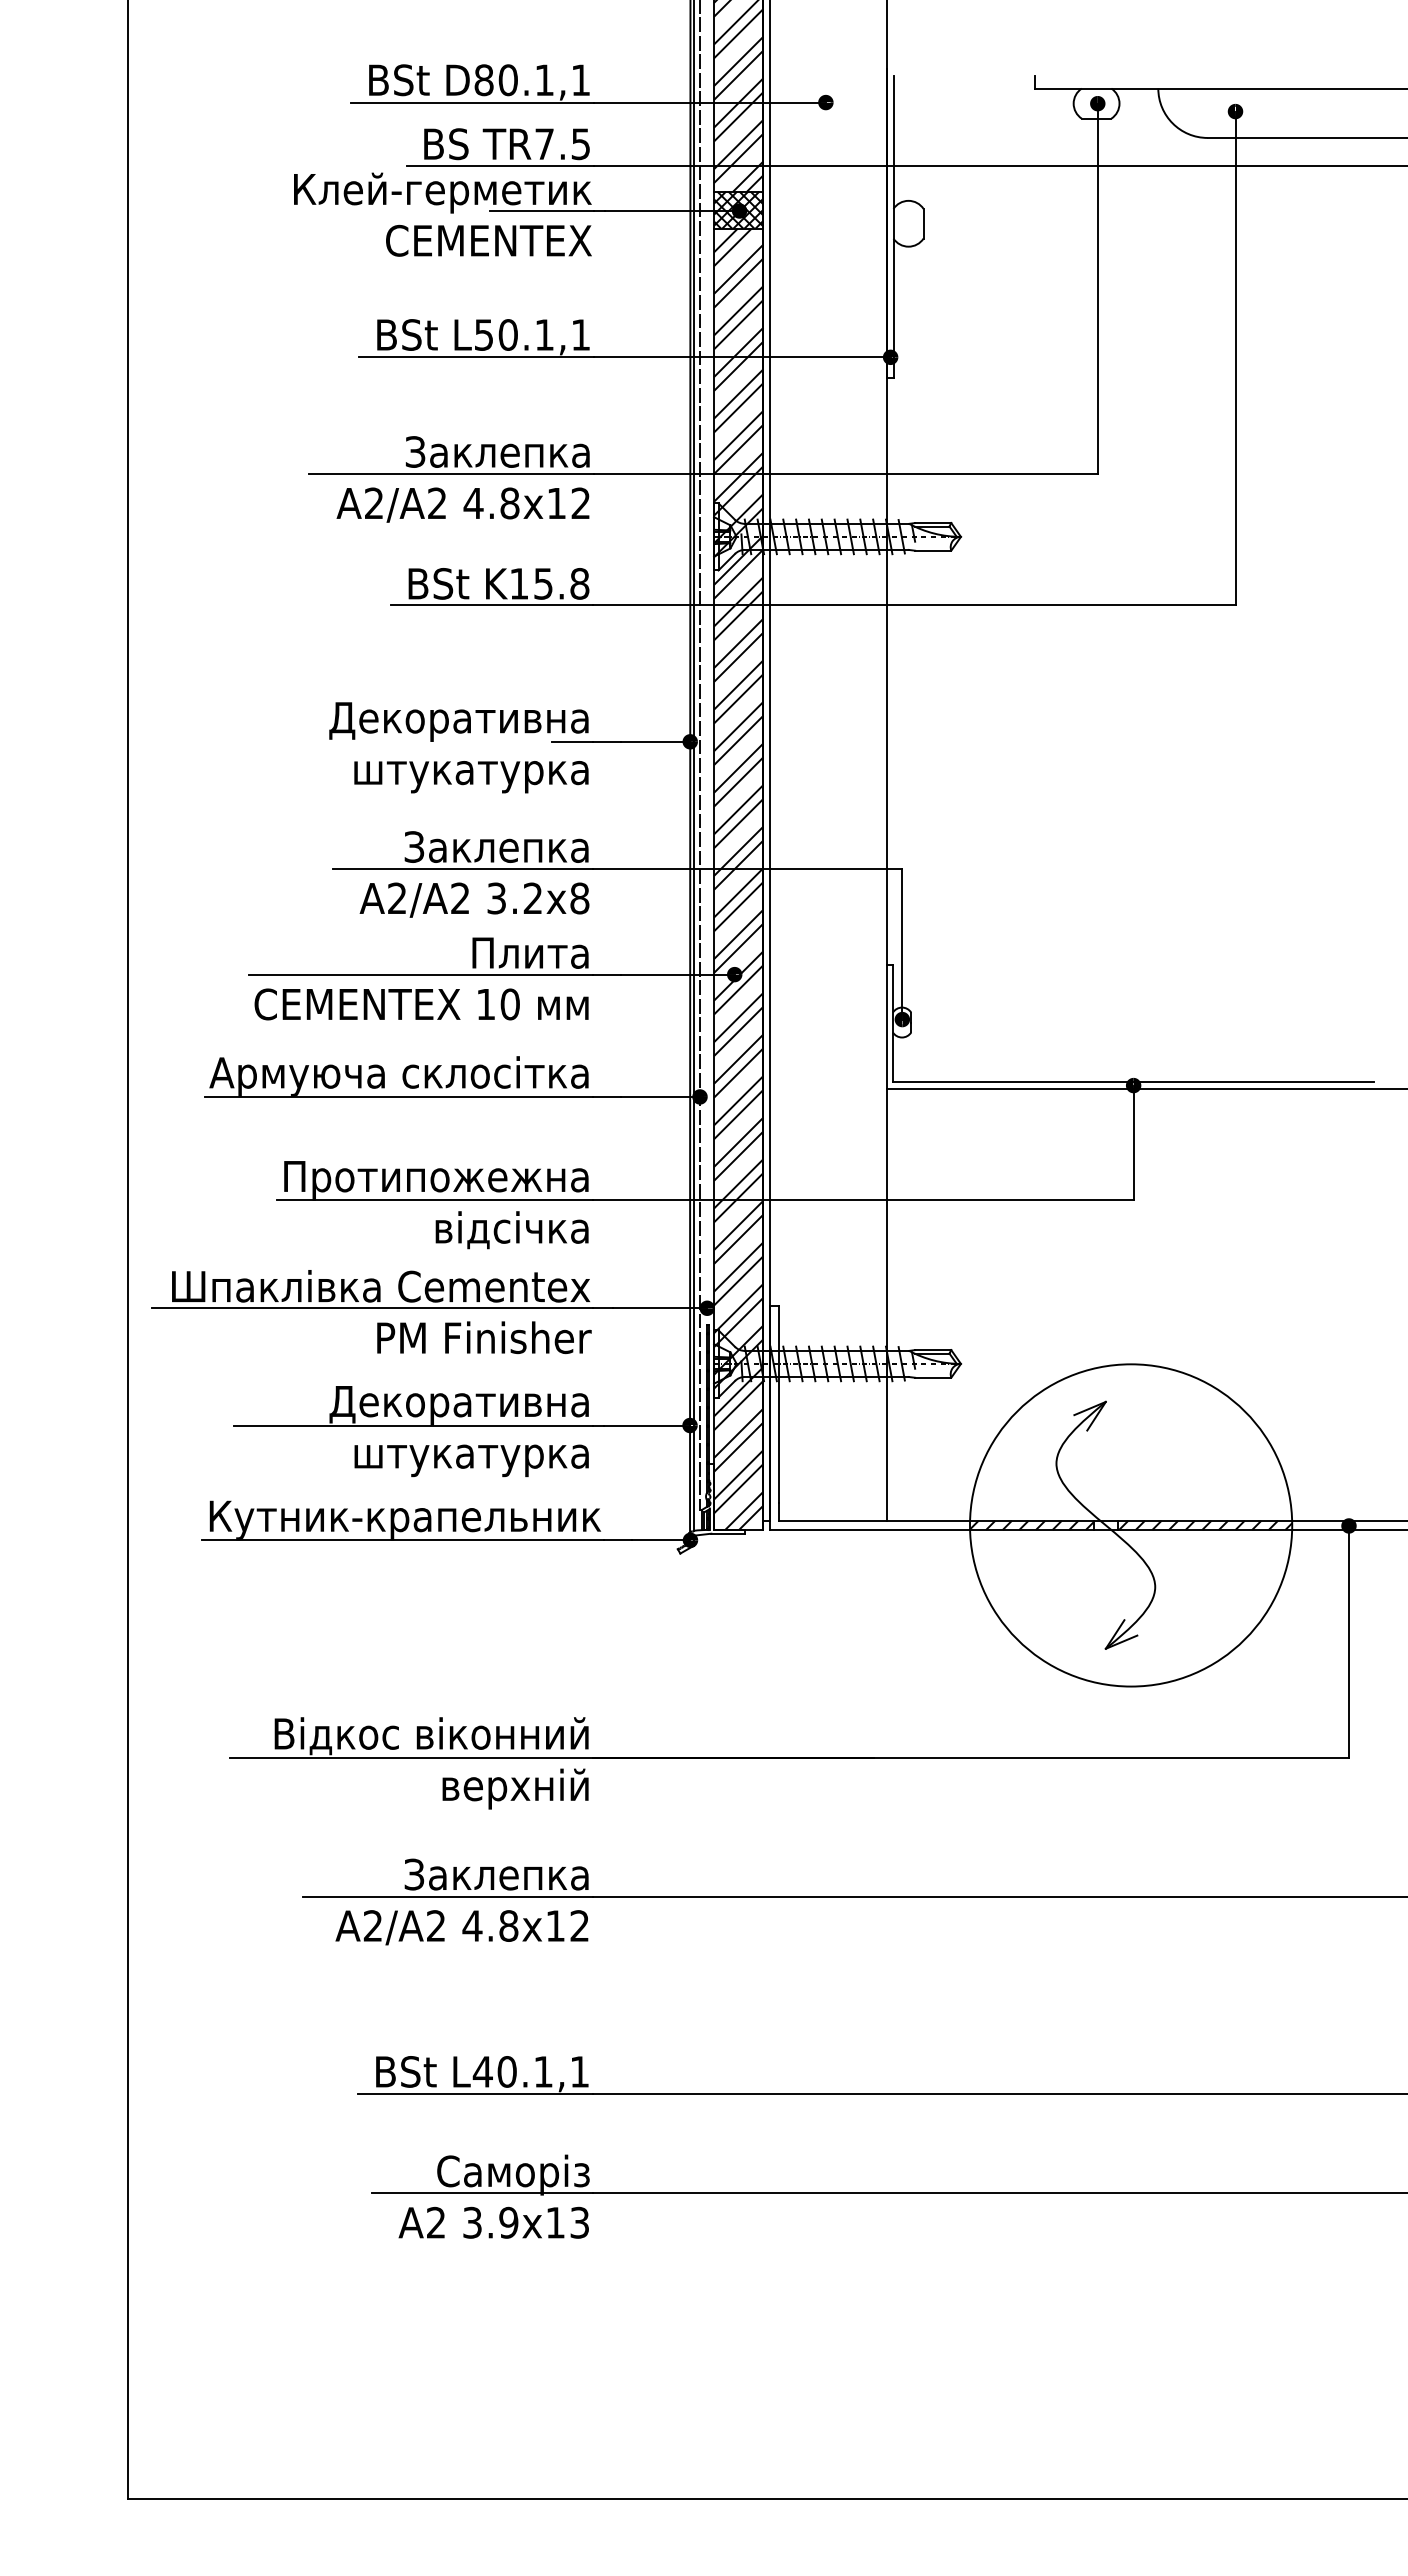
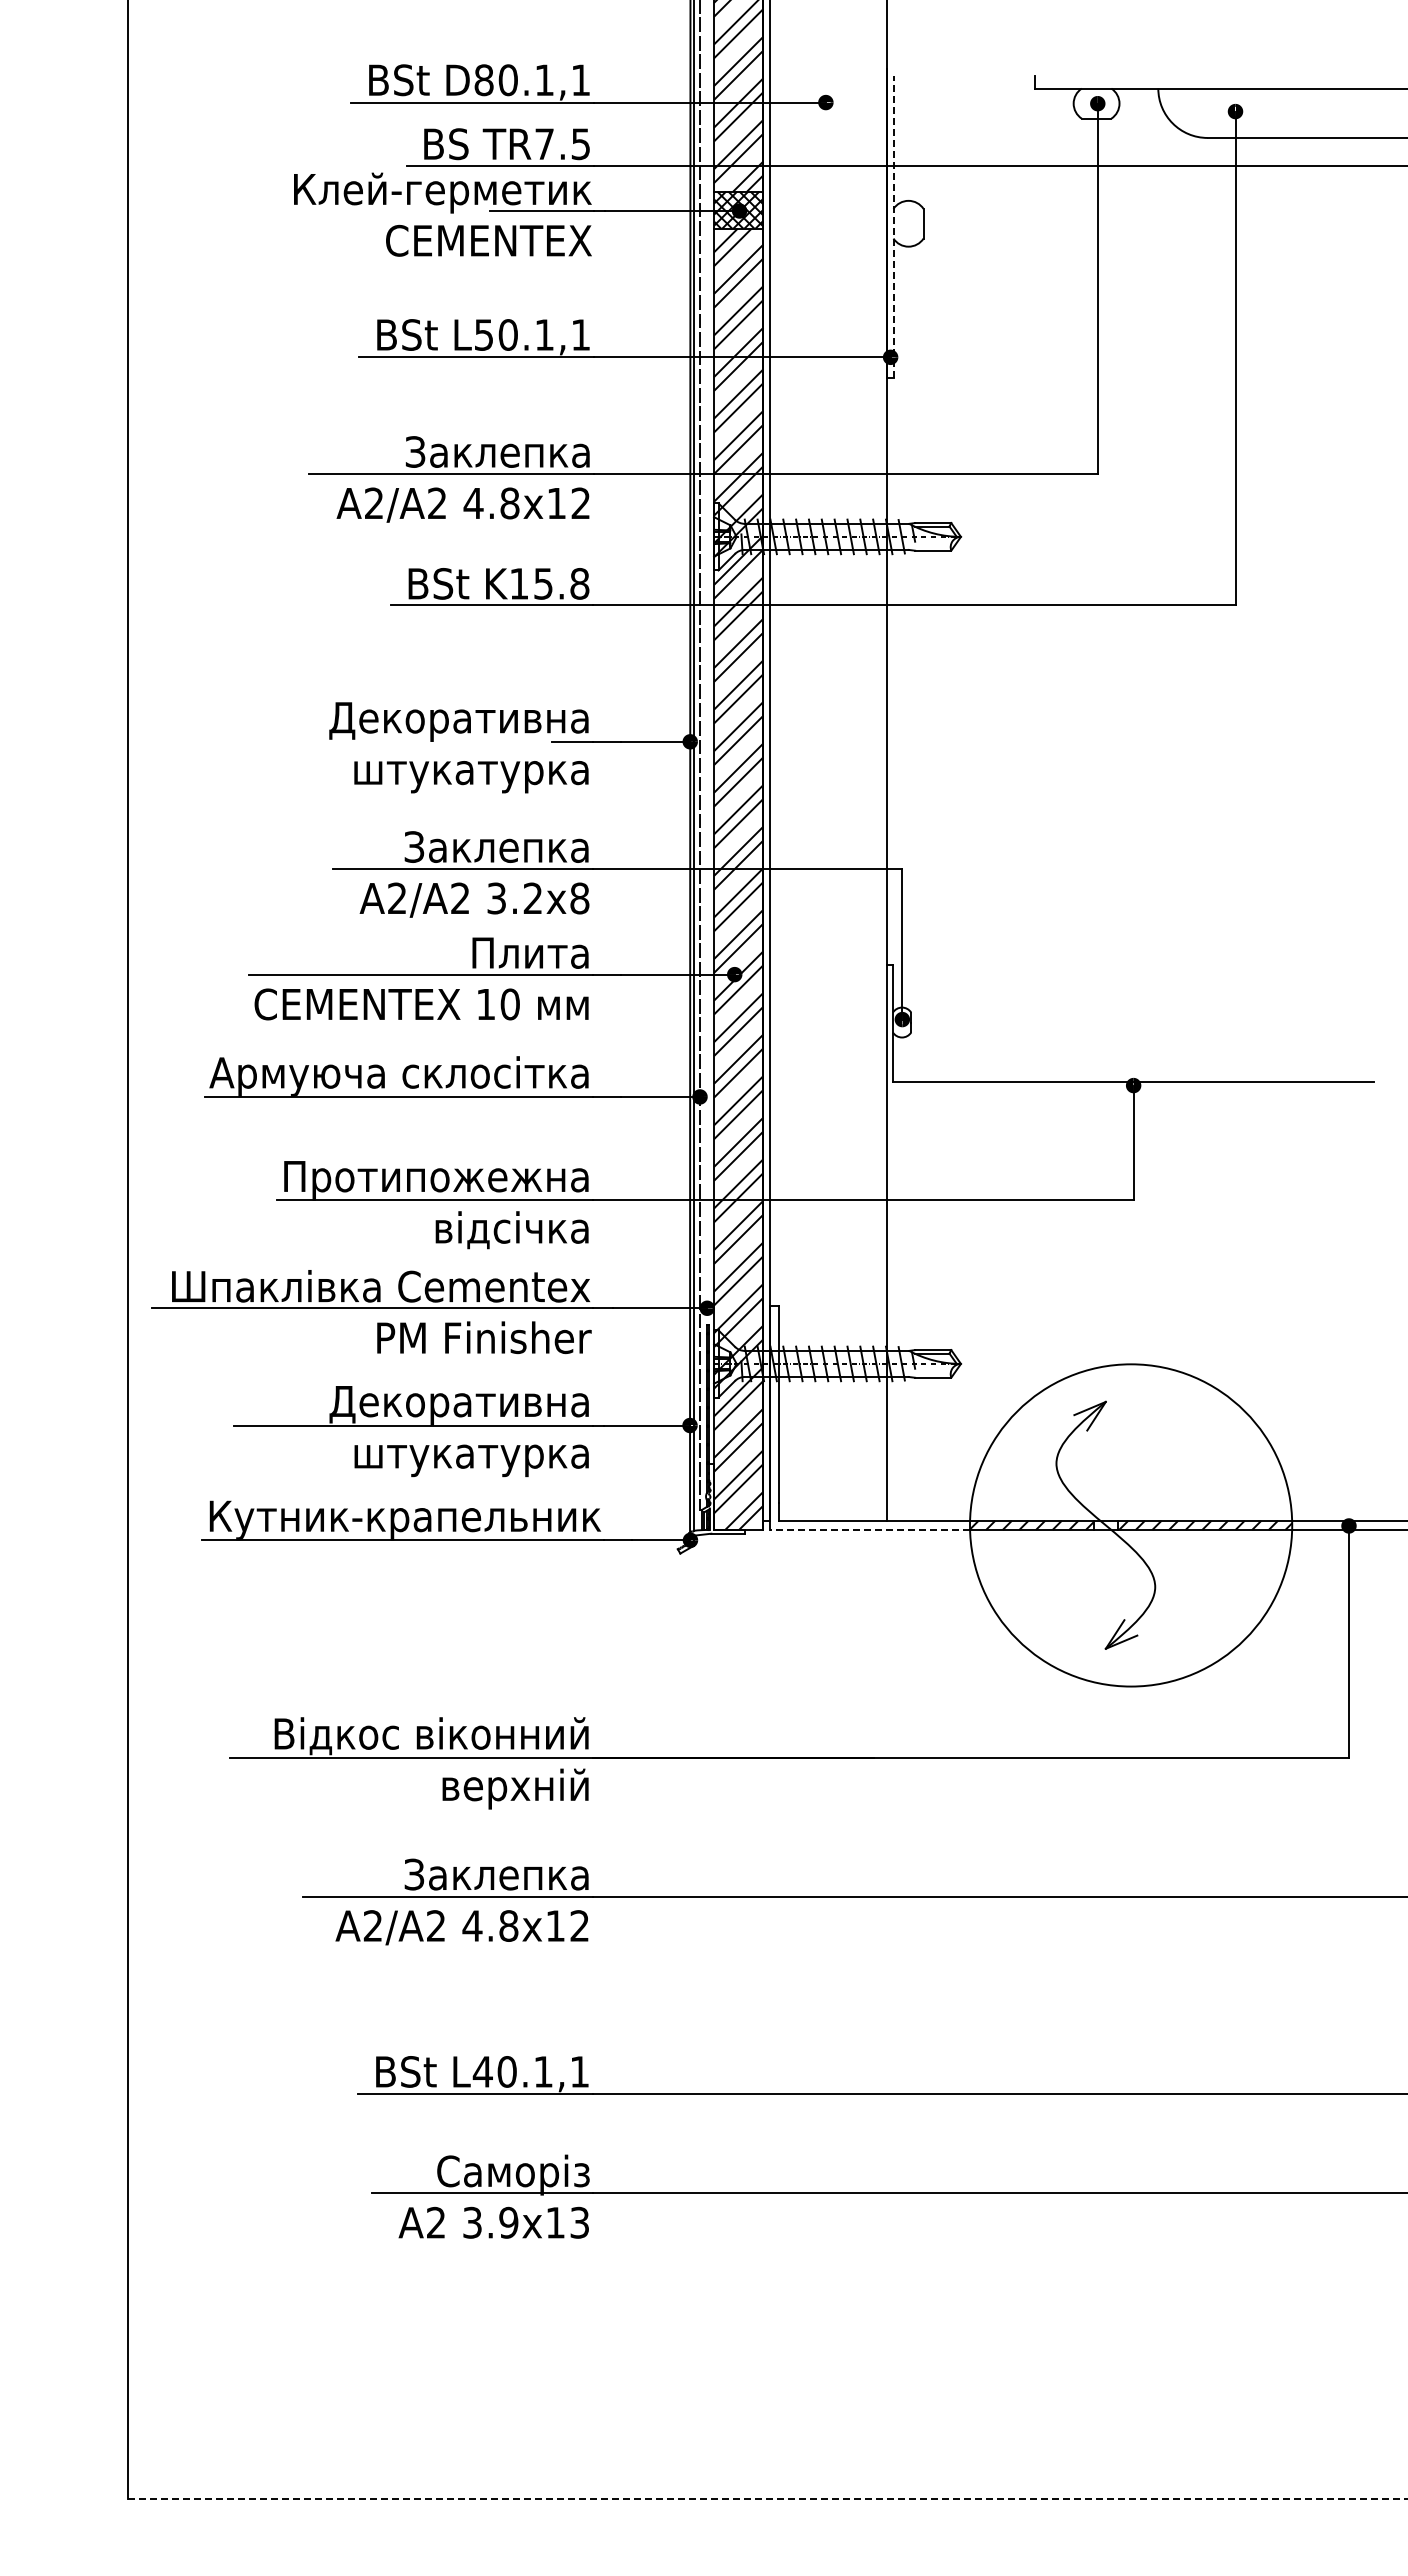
line at (893, 227): solid -> dashed
line at (1145, 1088): present -> none
line at (870, 1530): solid -> dashed
line at (767, 2498): solid -> dashed
